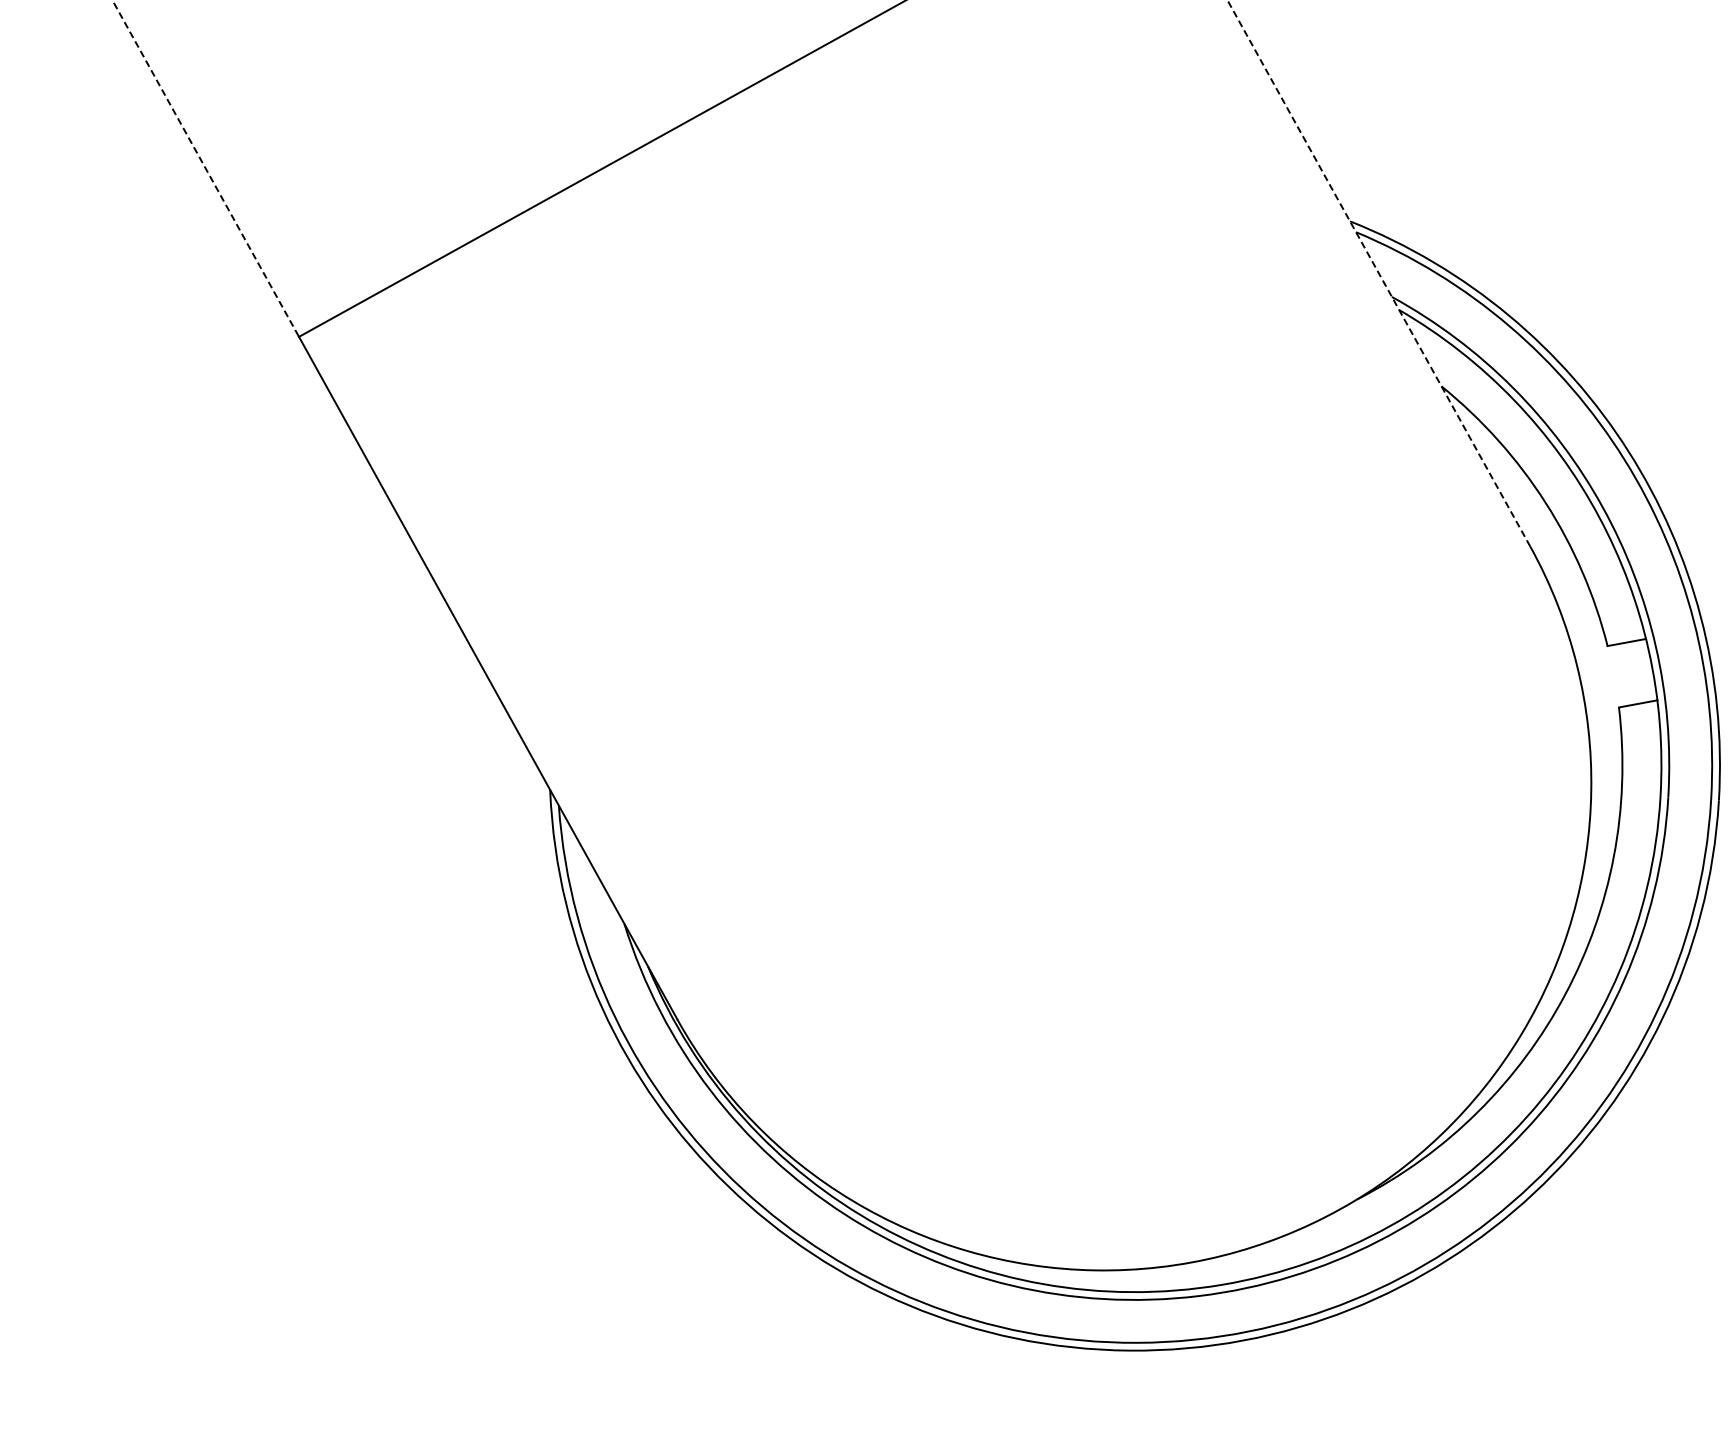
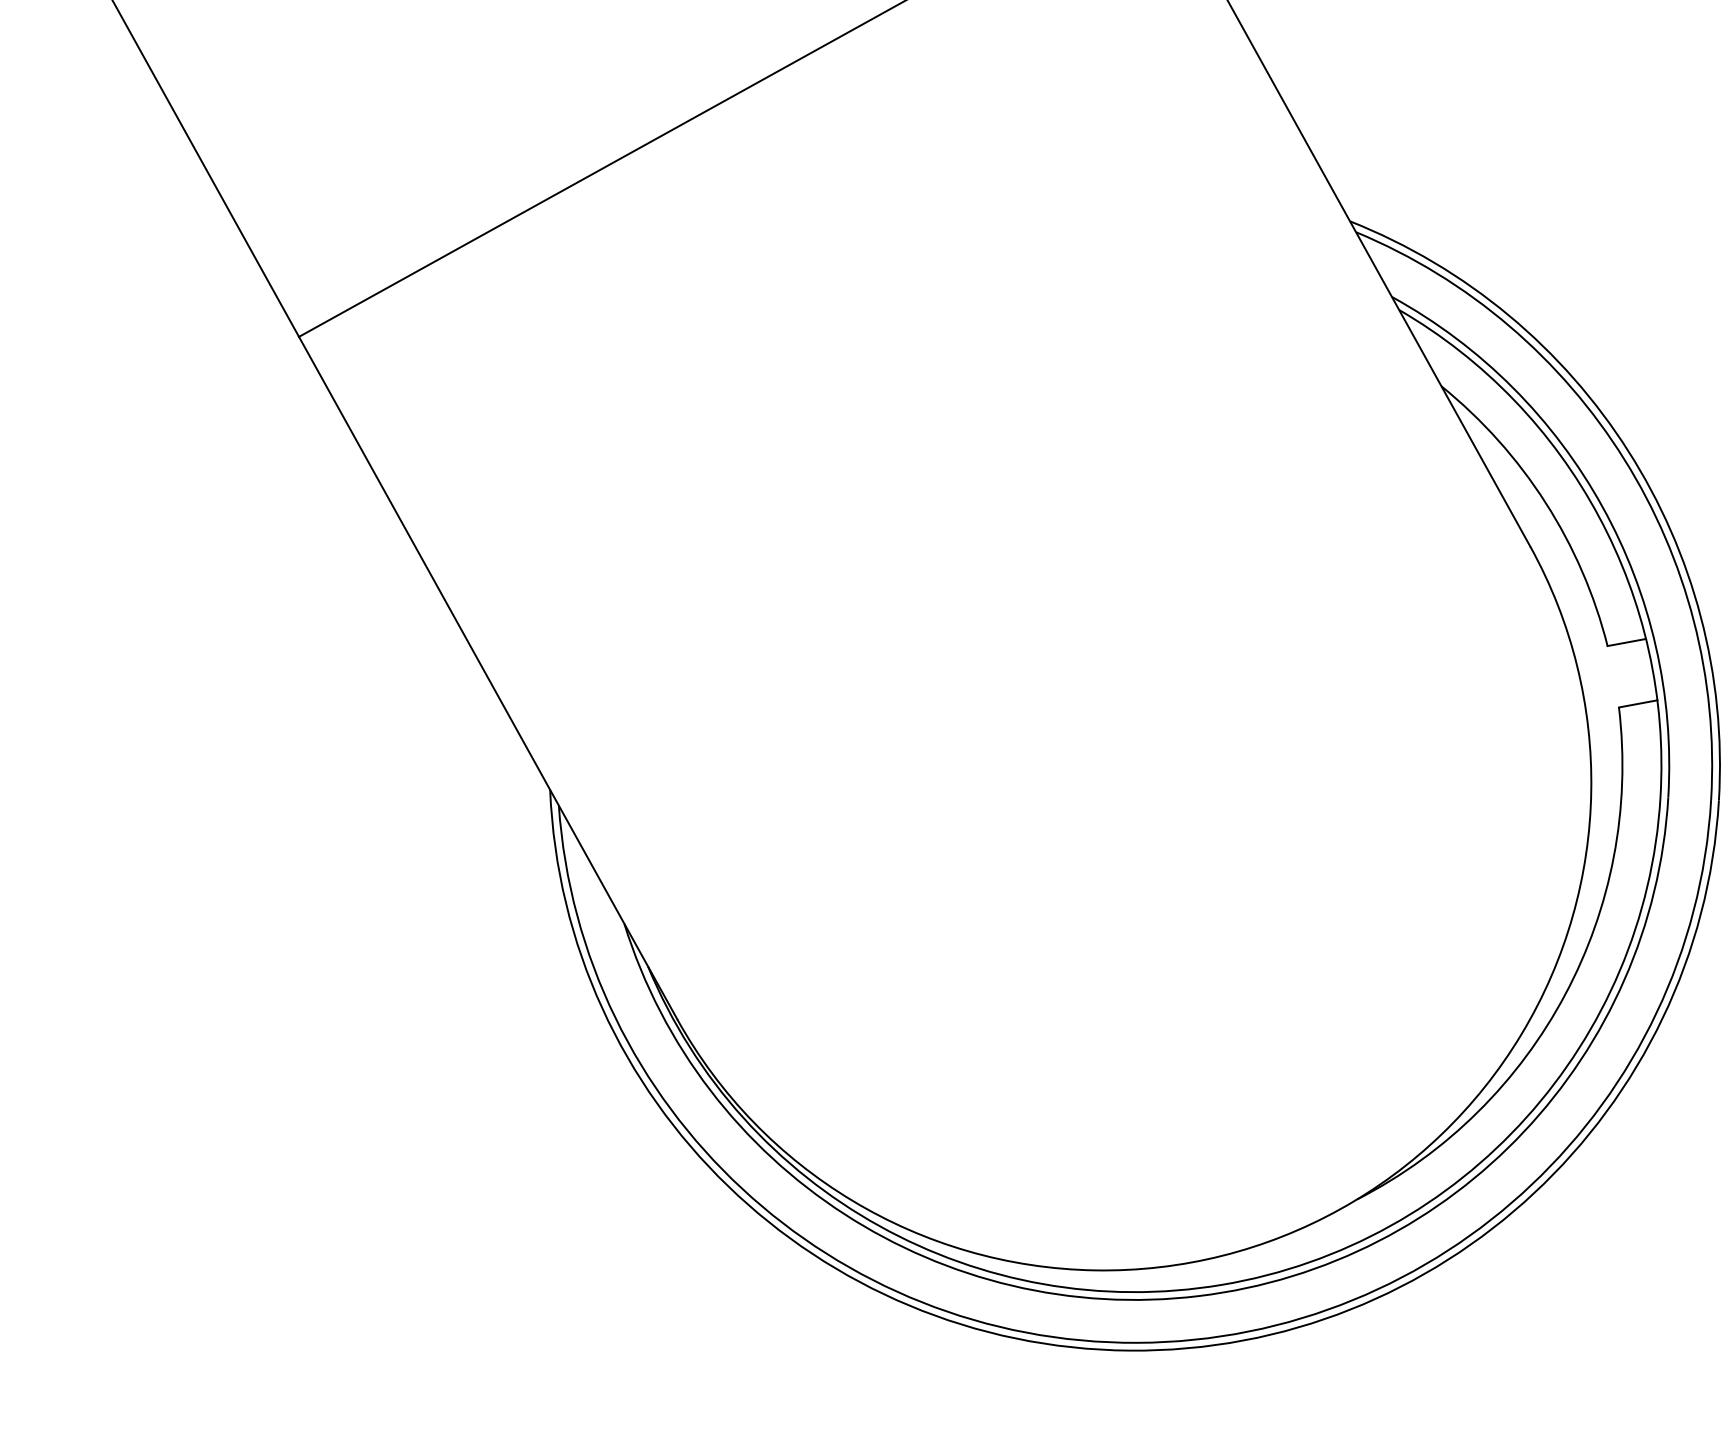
line at (205, 168): dashed -> solid
line at (1378, 272): dashed -> solid
